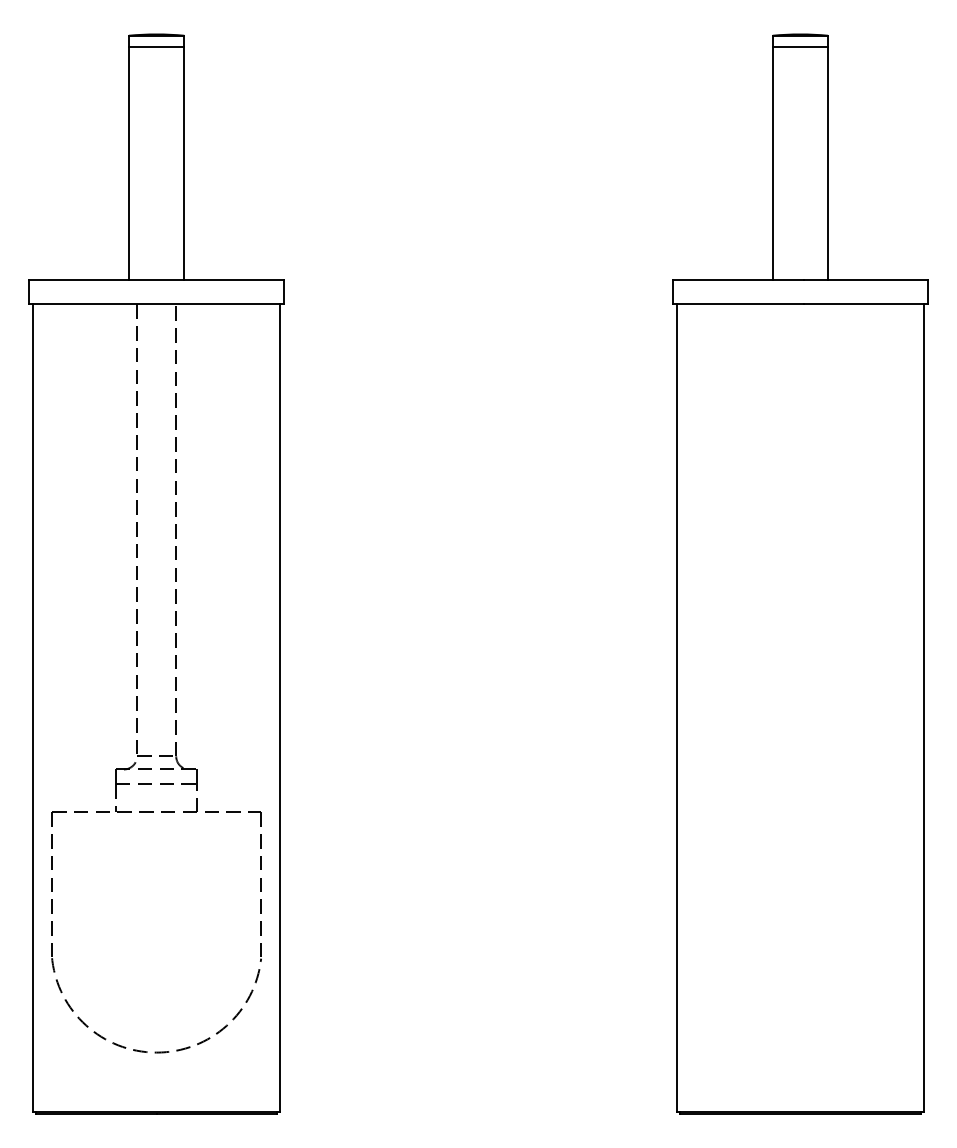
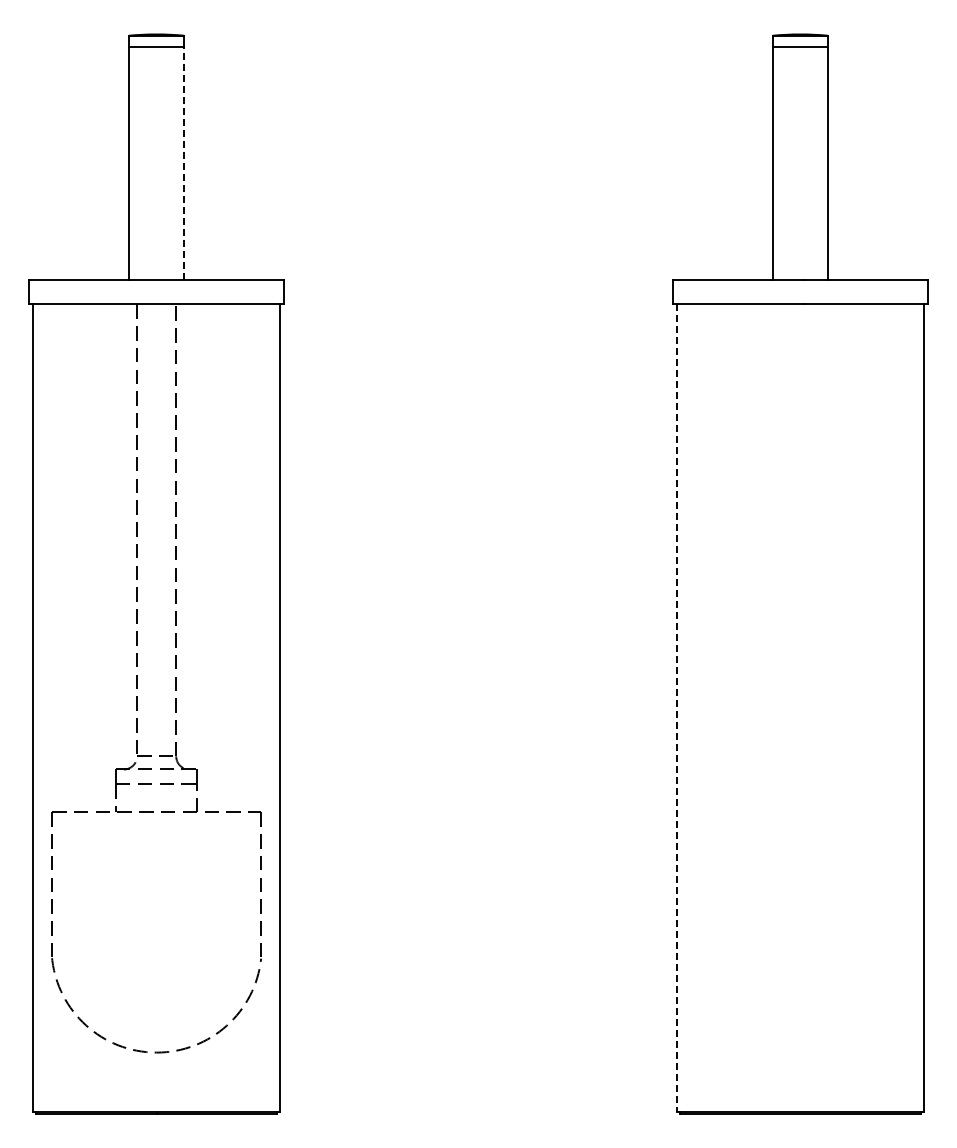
line at (184, 163): solid -> dashed
line at (676, 708): solid -> dashed
